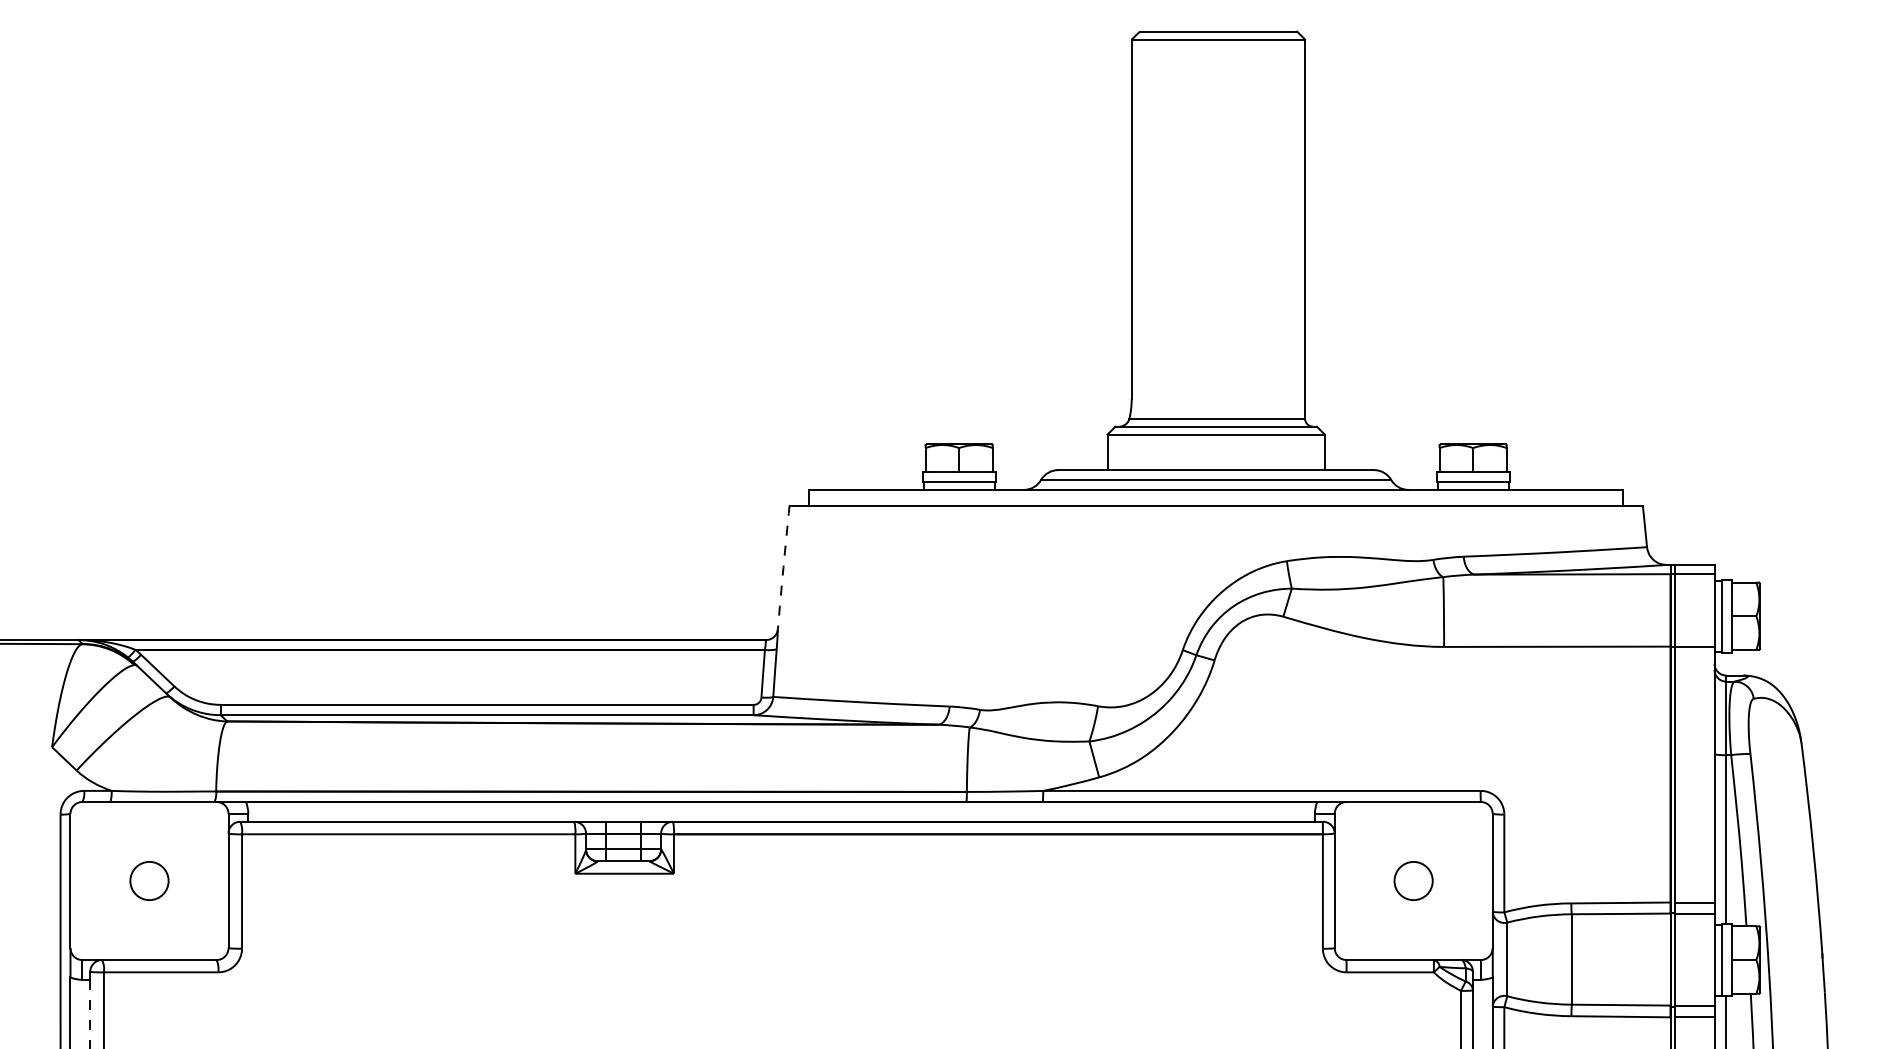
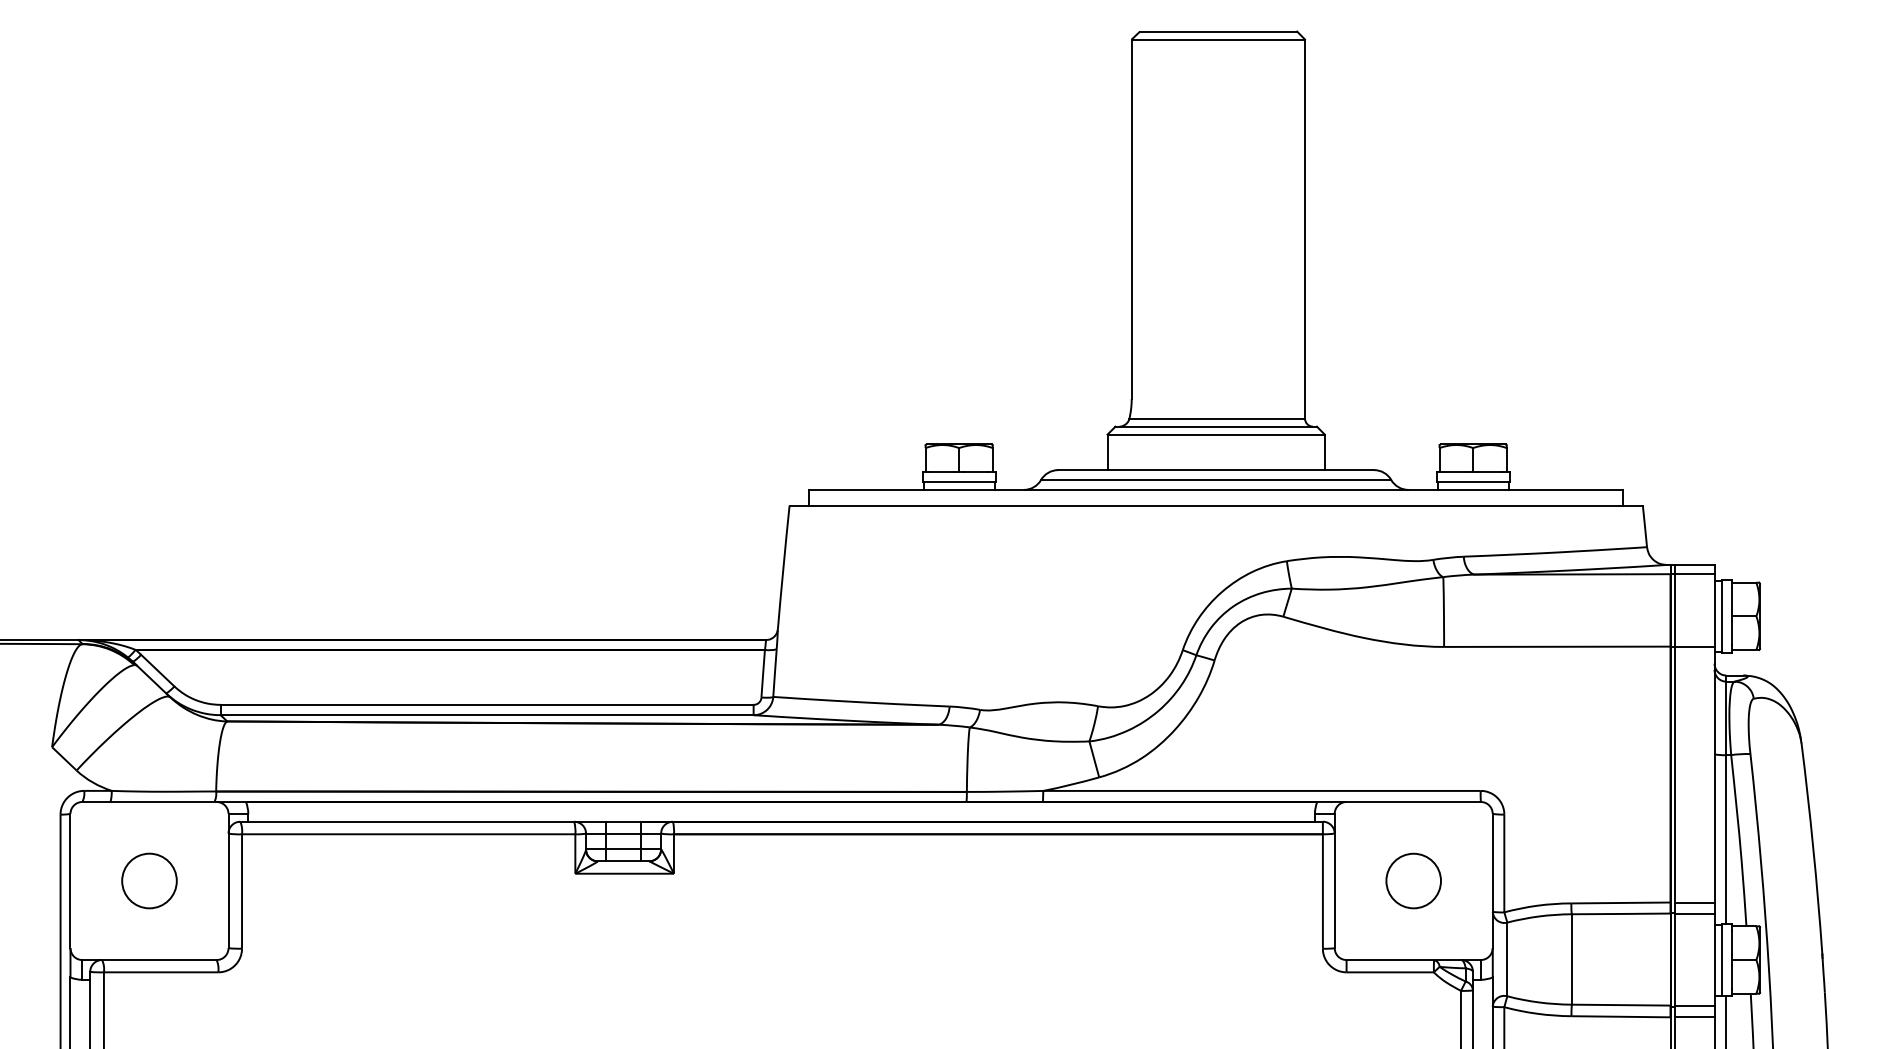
arc at (783, 567): dashed -> solid
circle at (149, 880) diameter: 38 px -> 55 px
circle at (1413, 880) size: 41x40 px -> 57x58 px
line at (90, 1014): dashed -> solid
